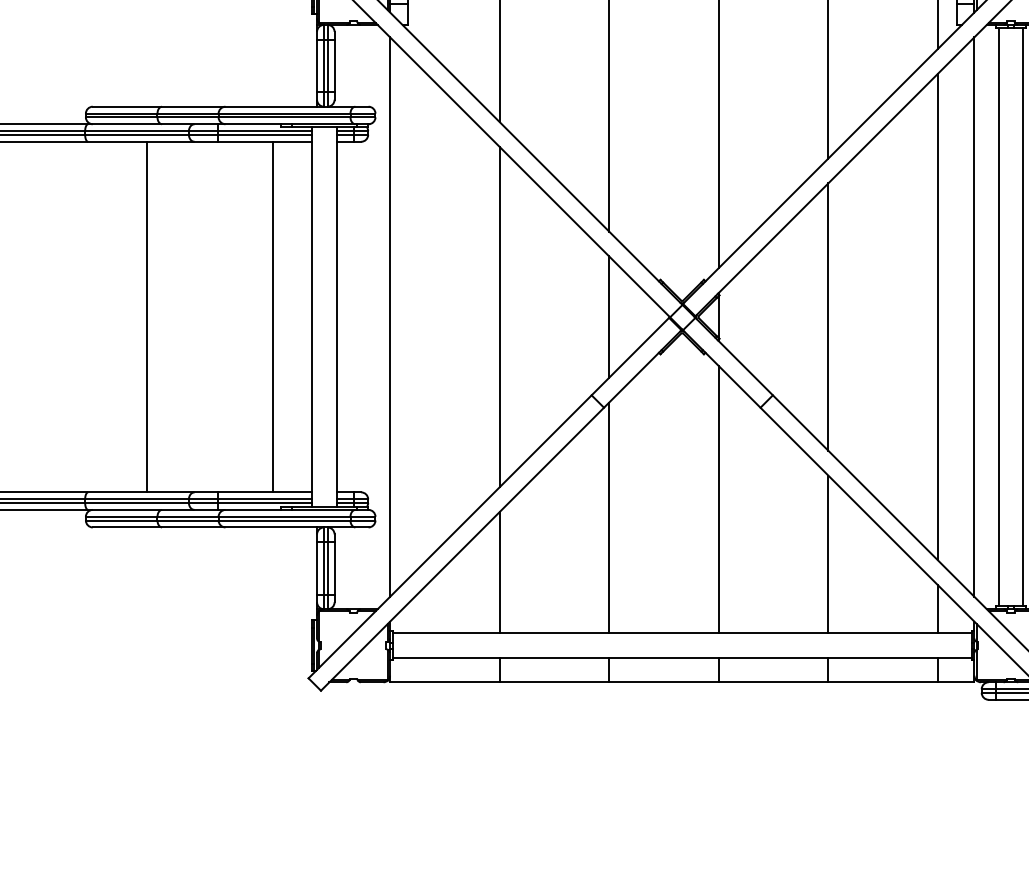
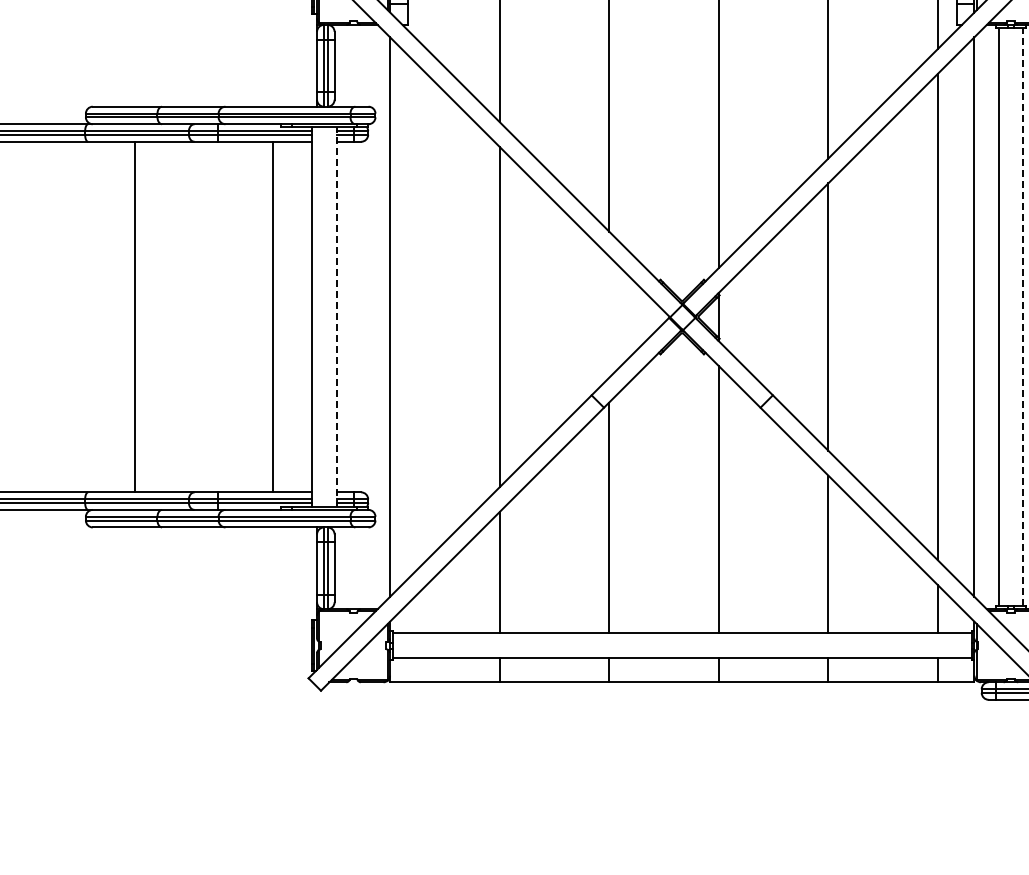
line at (146, 316) position: (146, 316) -> (134, 316)
line at (609, 316): present -> none
line at (1023, 316): solid -> dashed
line at (336, 317): solid -> dashed
